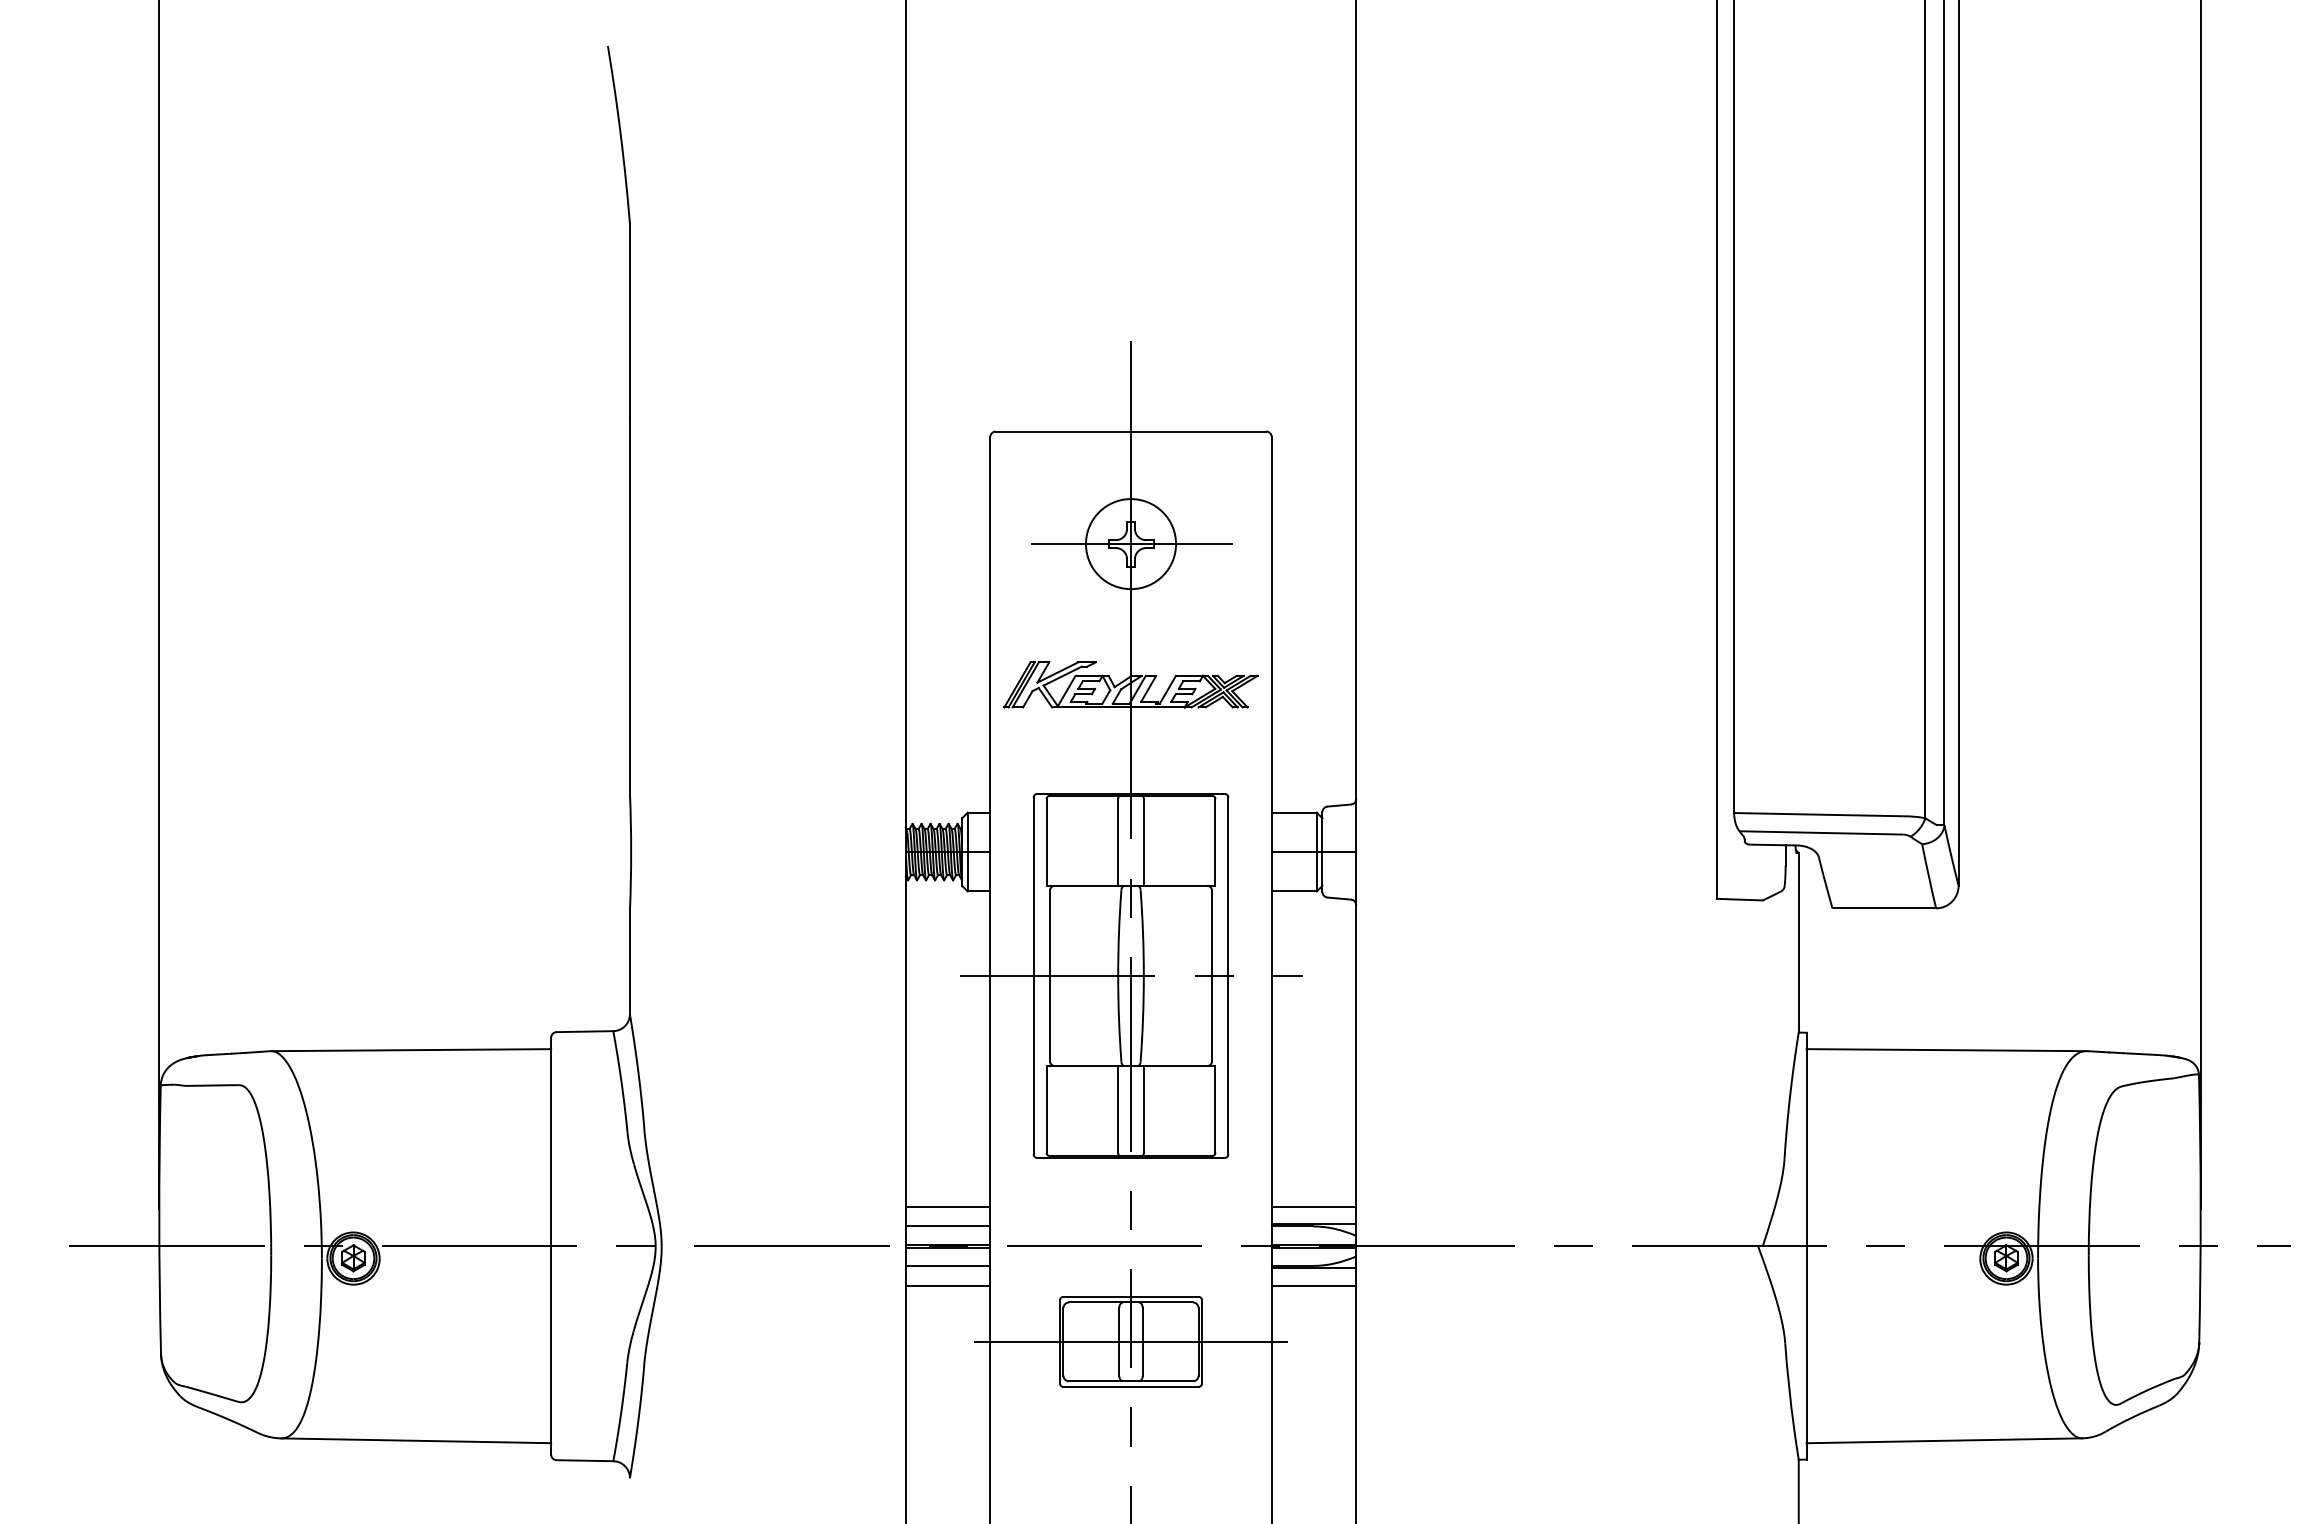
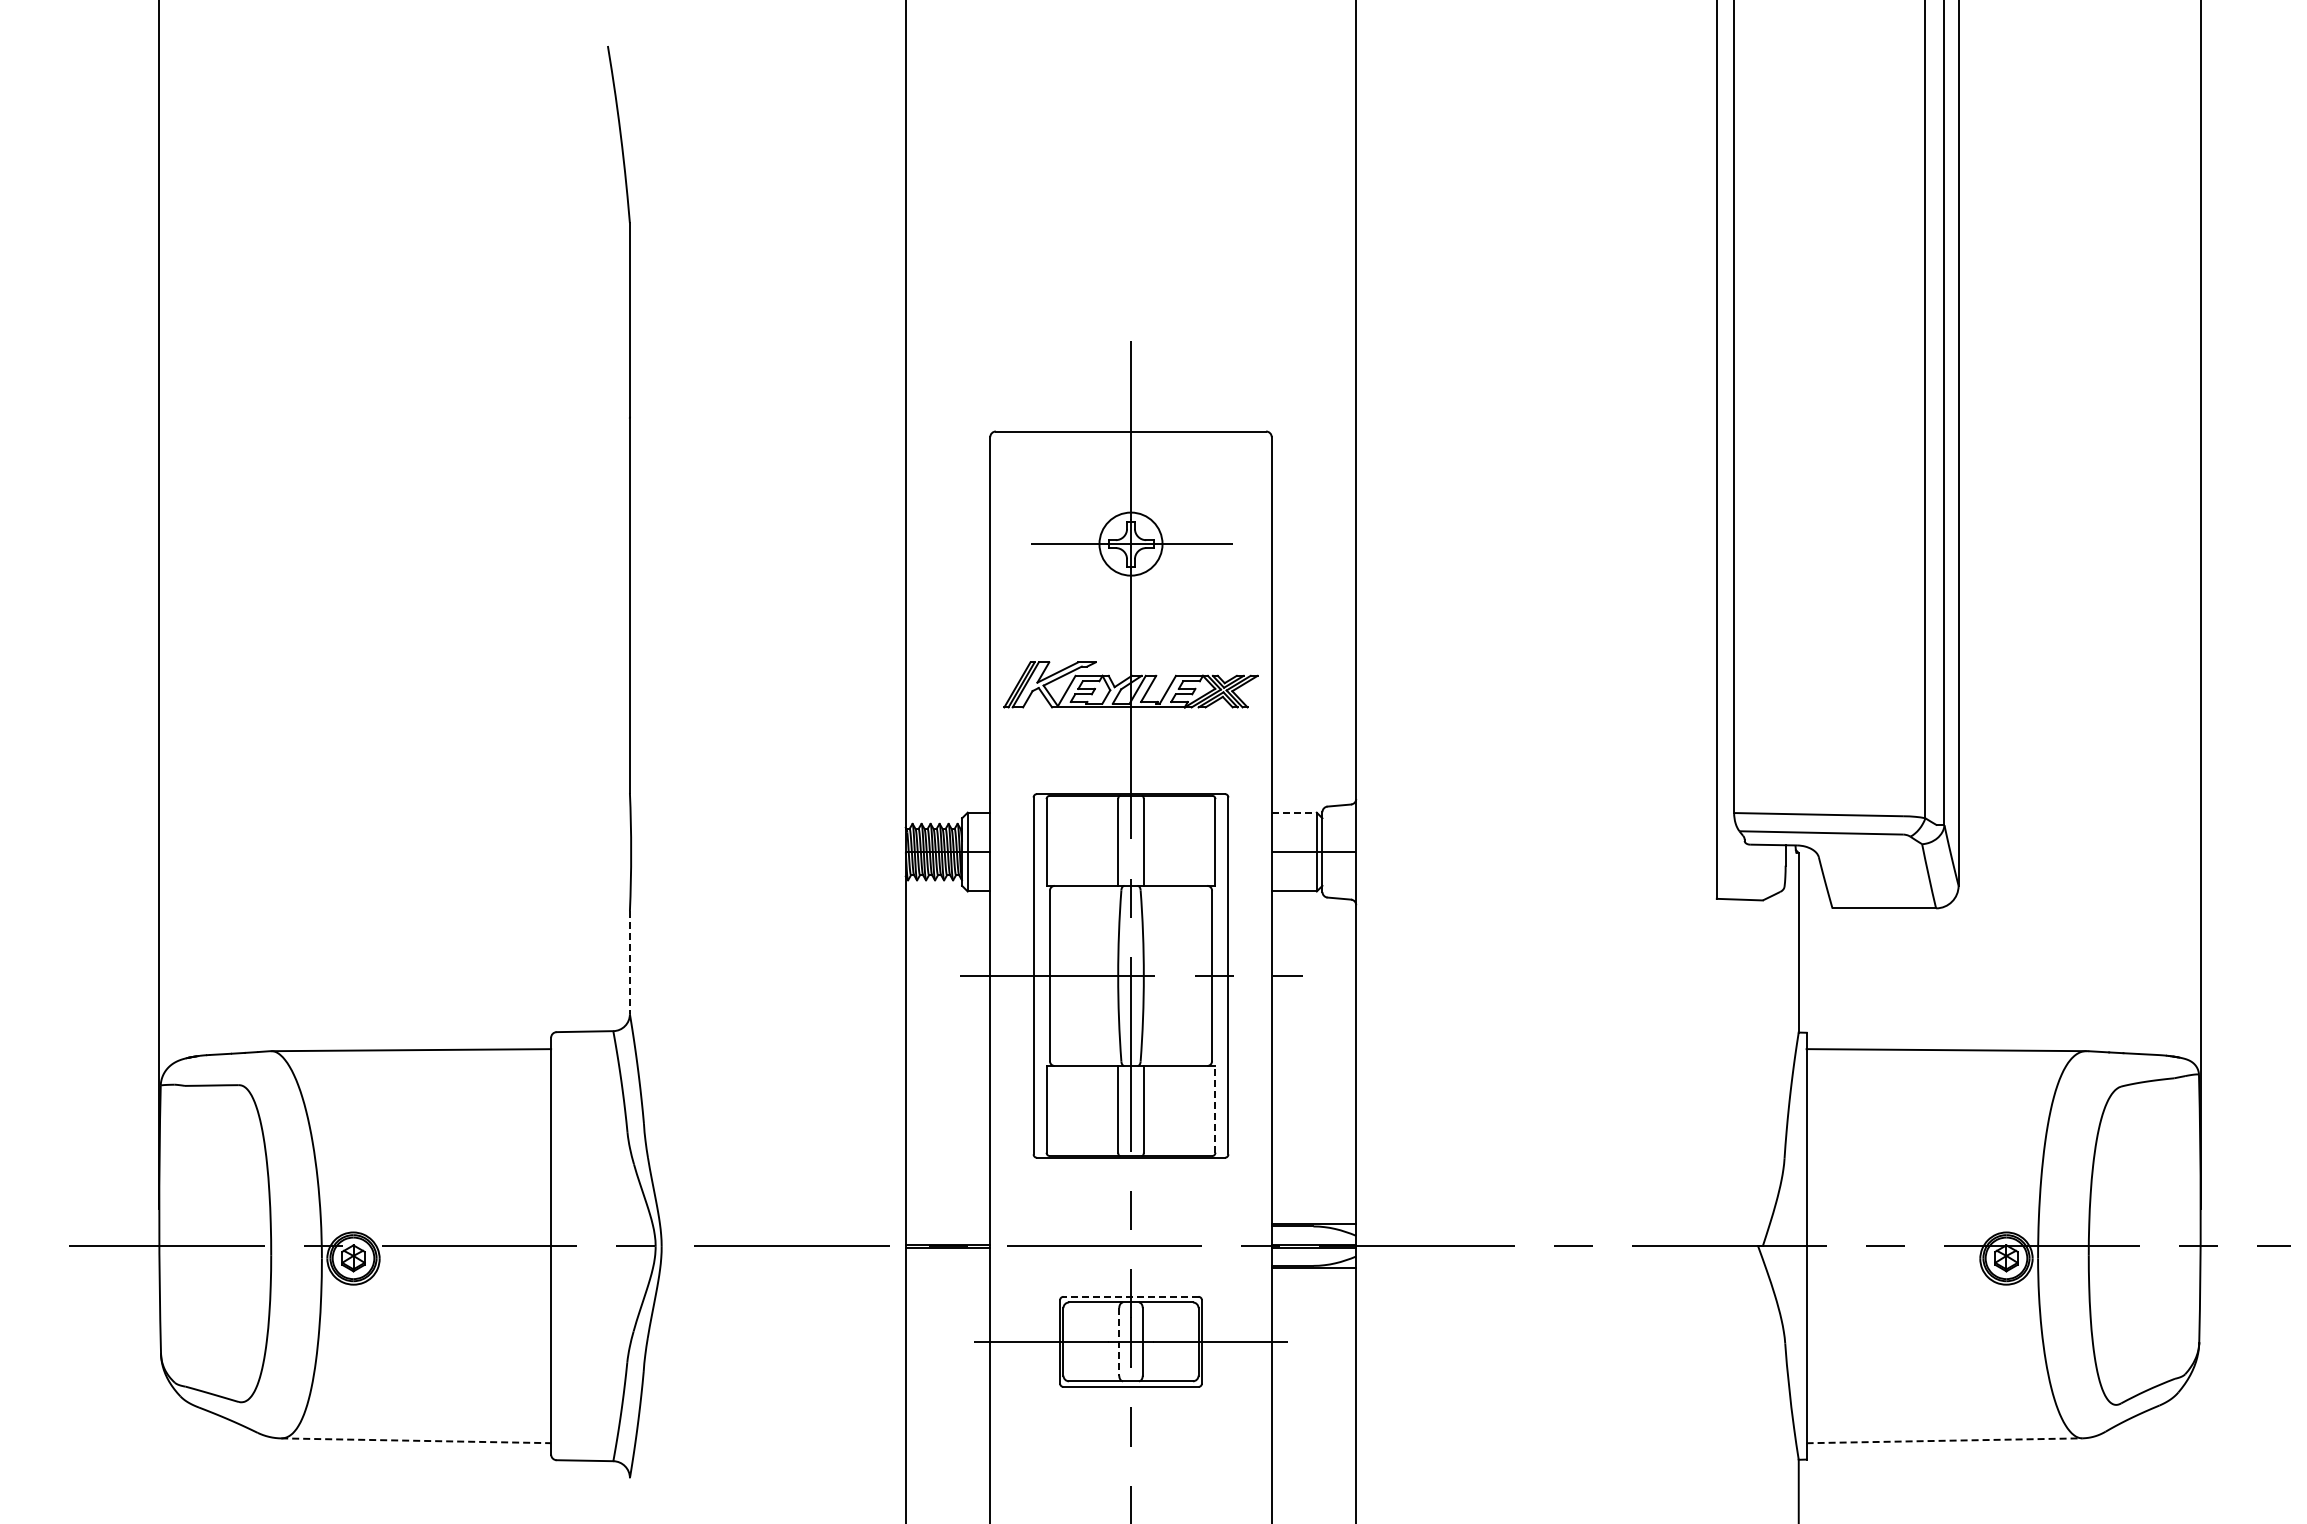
circle at (1130, 544) diameter: 90 px -> 63 px
line at (1294, 812): solid -> dashed
line at (629, 962): solid -> dashed
line at (1215, 1108): solid -> dashed
line at (947, 1206): present -> none
line at (1313, 1206): present -> none
line at (947, 1226): present -> none
line at (947, 1265): present -> none
line at (947, 1285): present -> none
line at (1313, 1285): present -> none
line at (1131, 1296): solid -> dashed
line at (1119, 1341): solid -> dashed
line at (416, 1440): solid -> dashed
line at (1944, 1440): solid -> dashed
